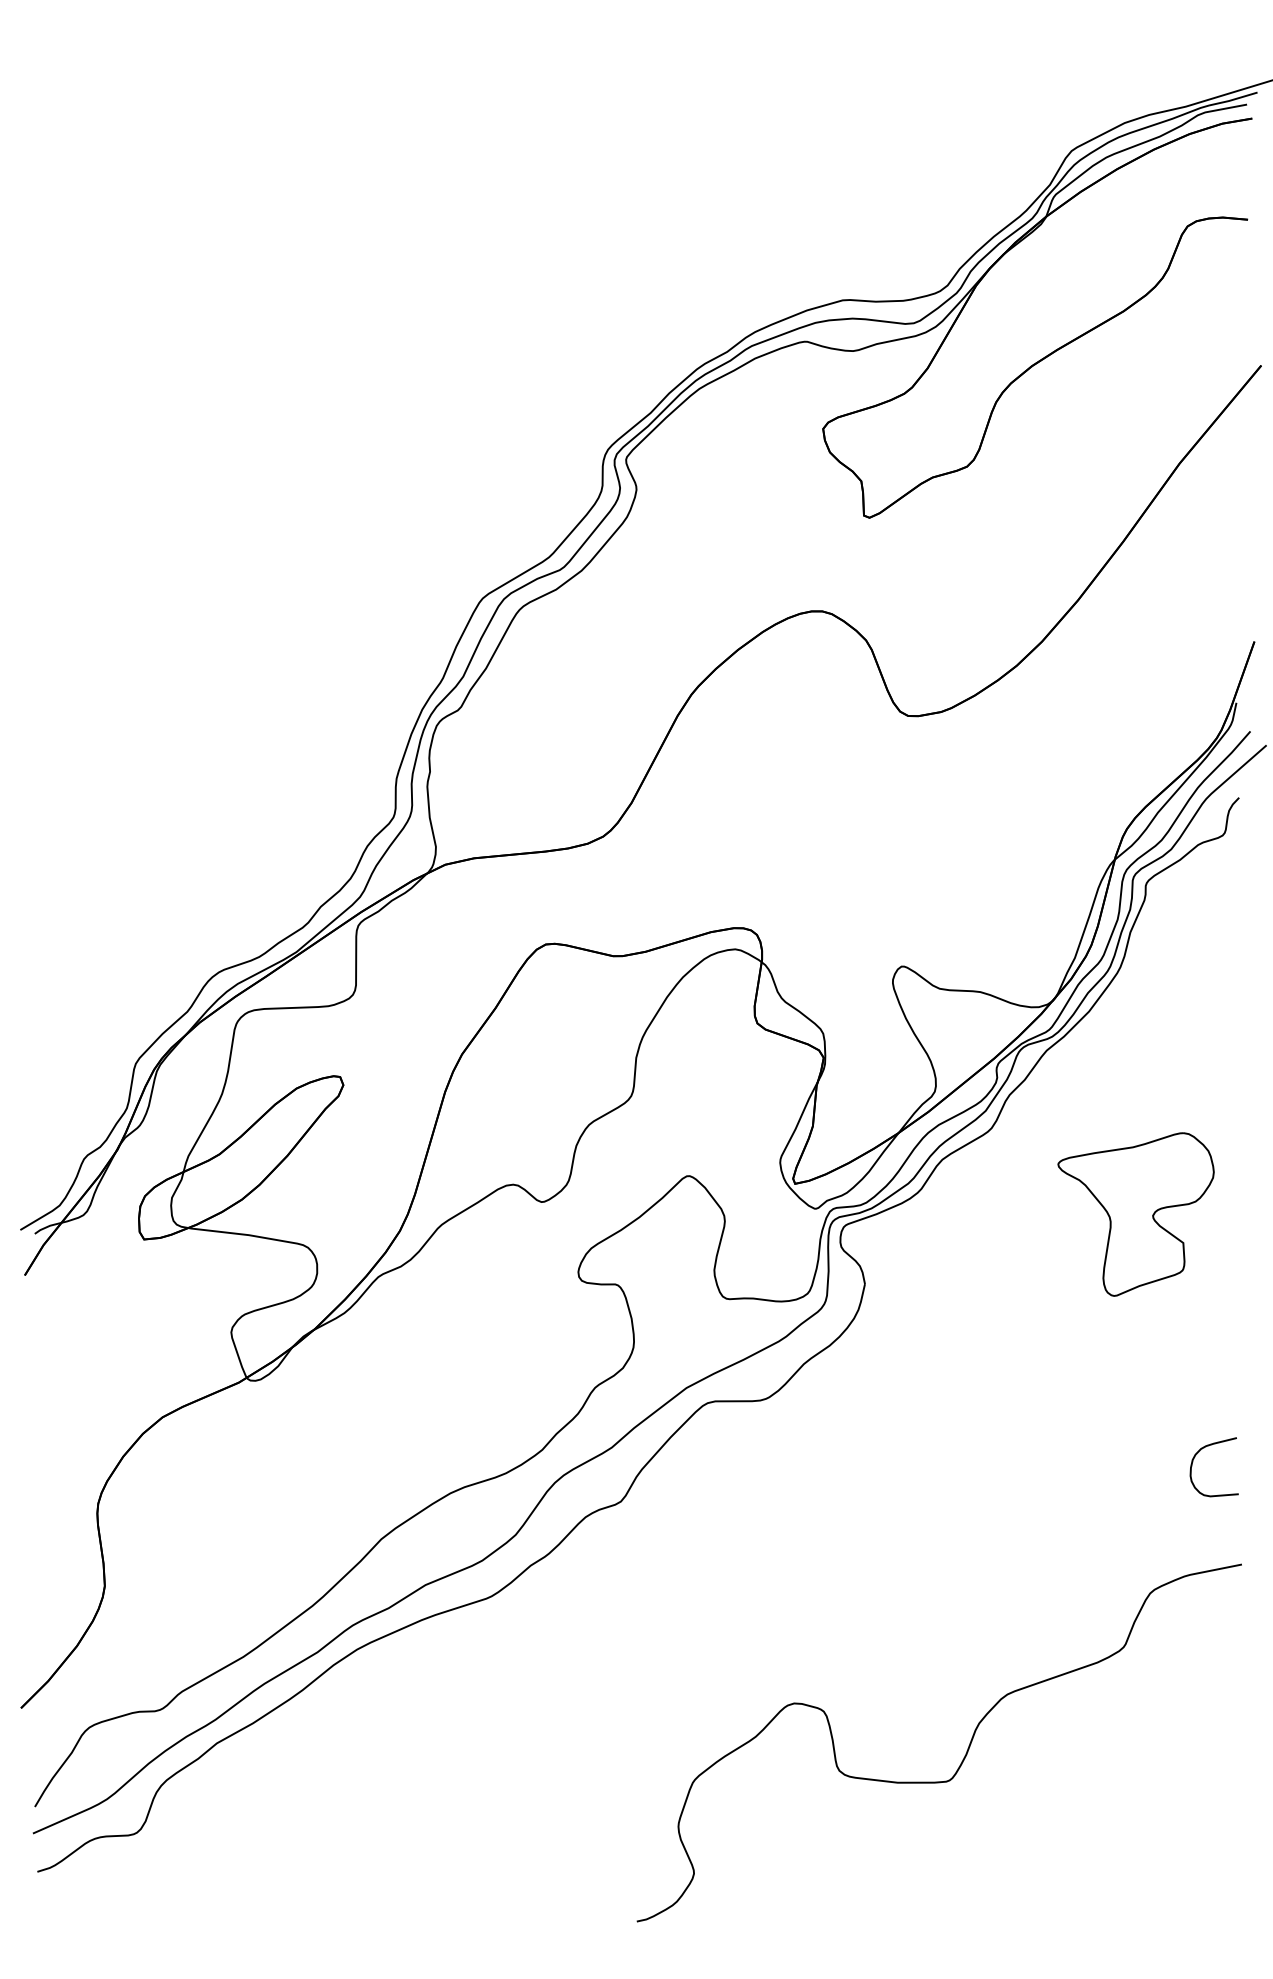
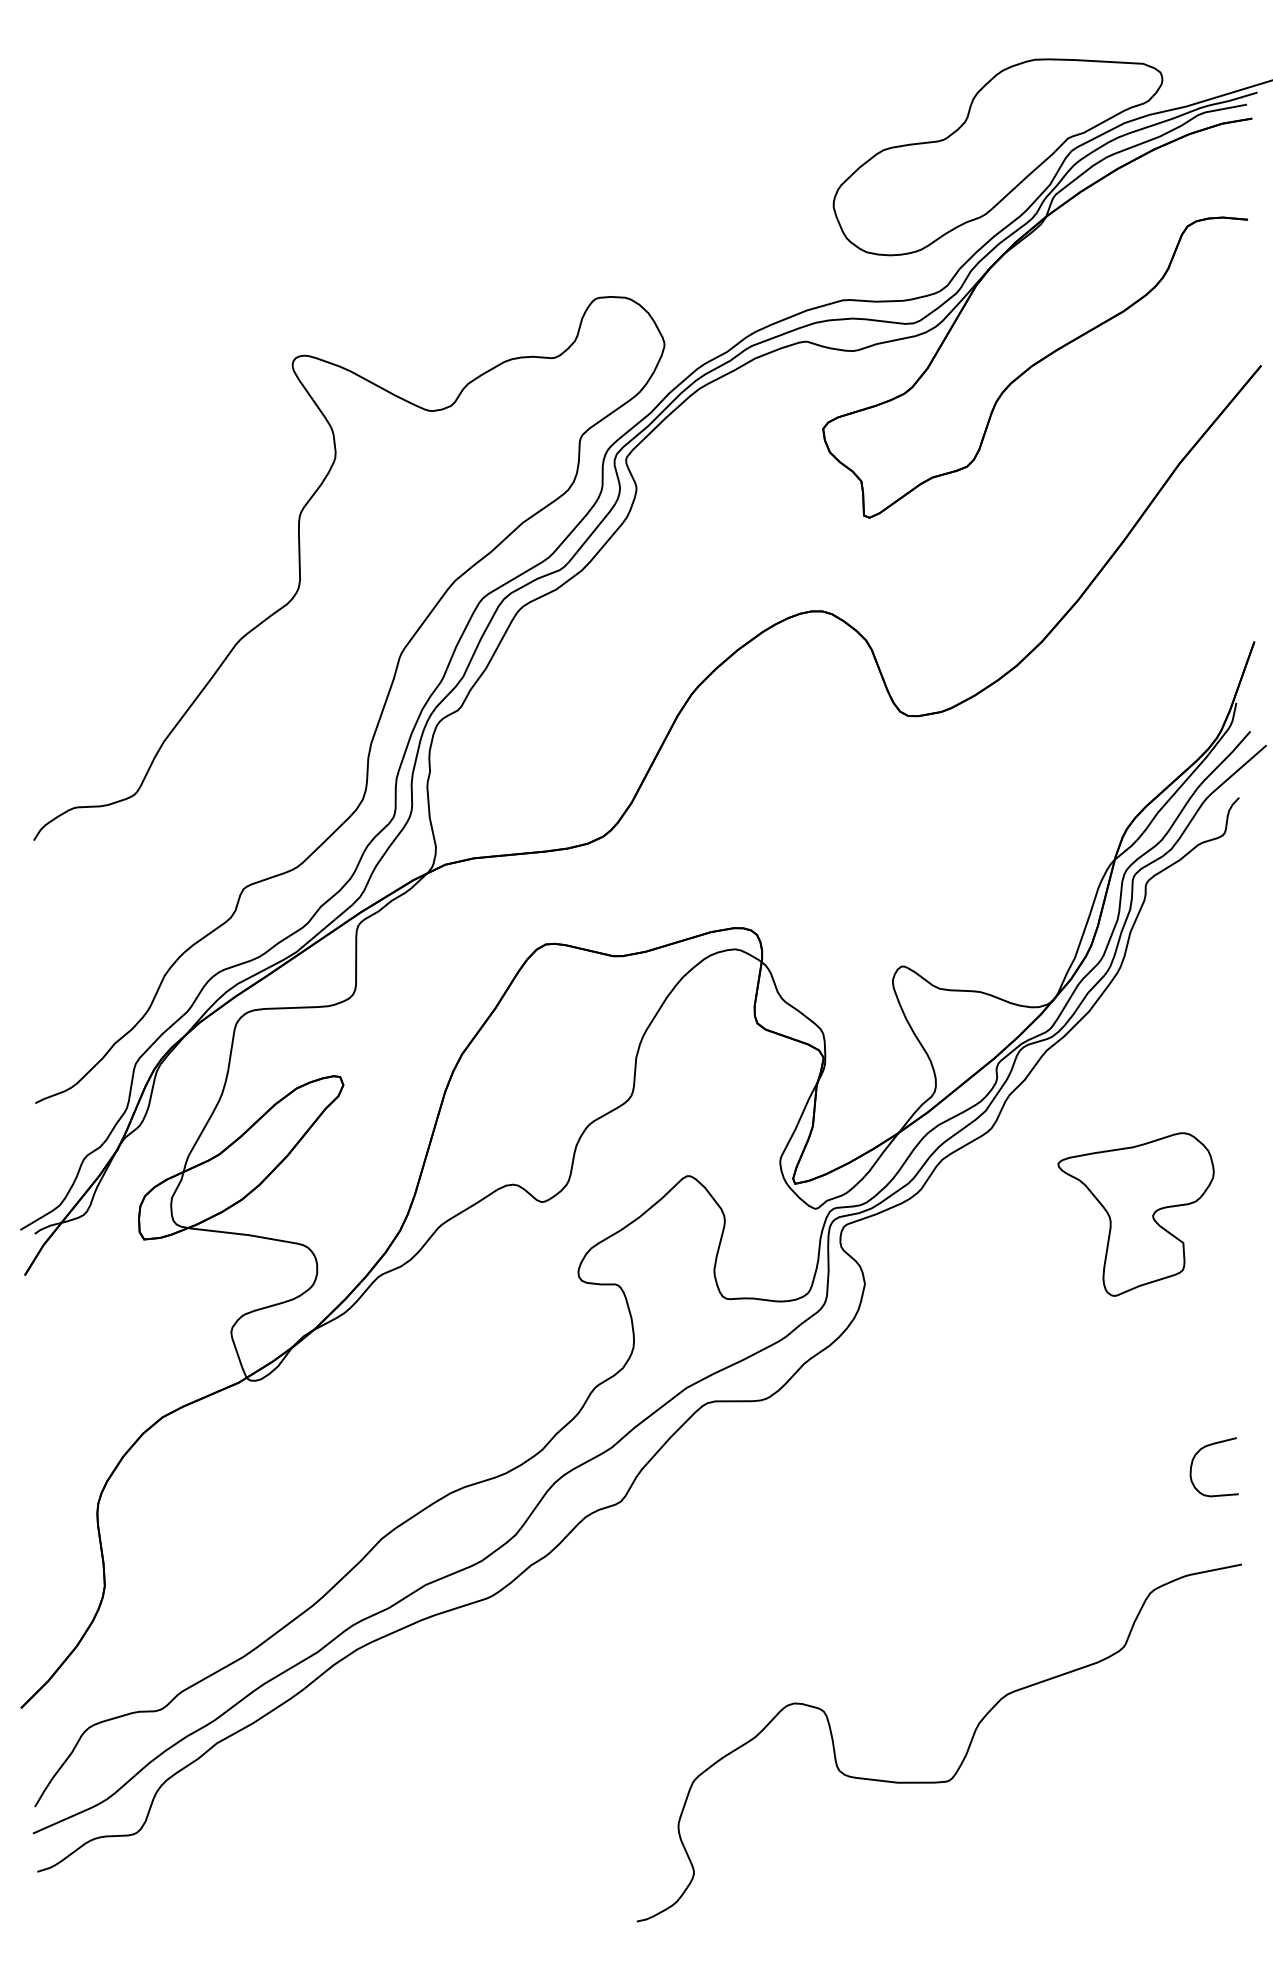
part at (997, 157): none -> present
curve at (381, 710): none -> present
